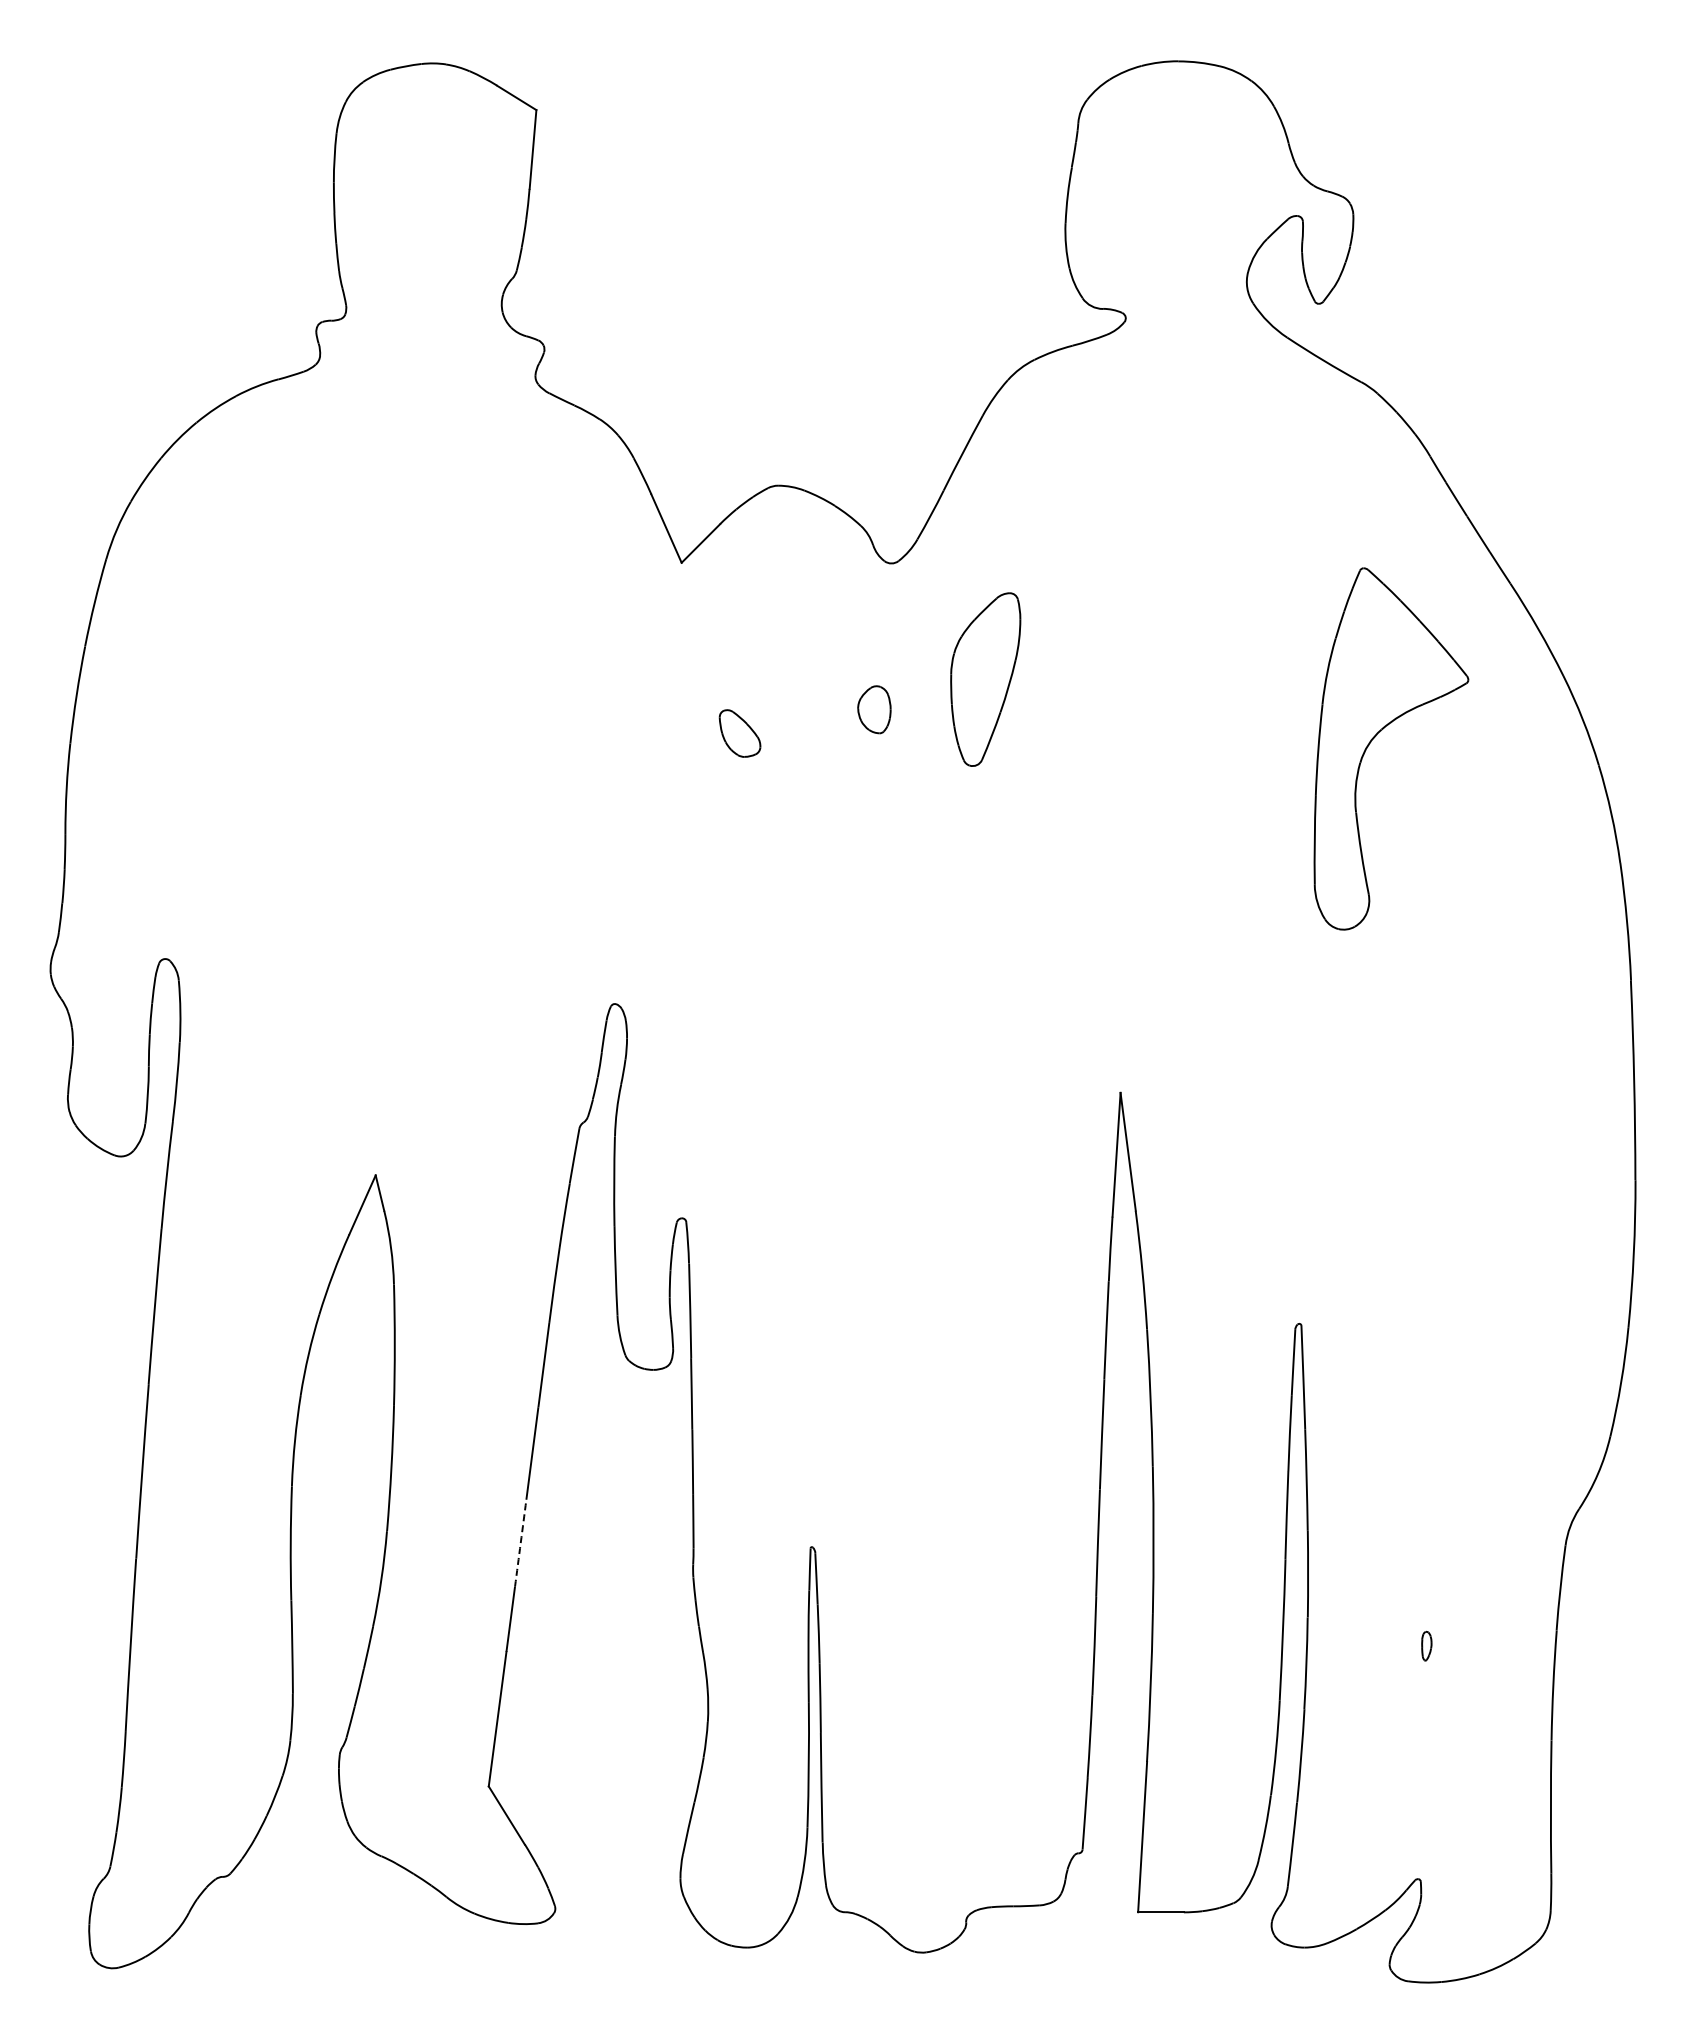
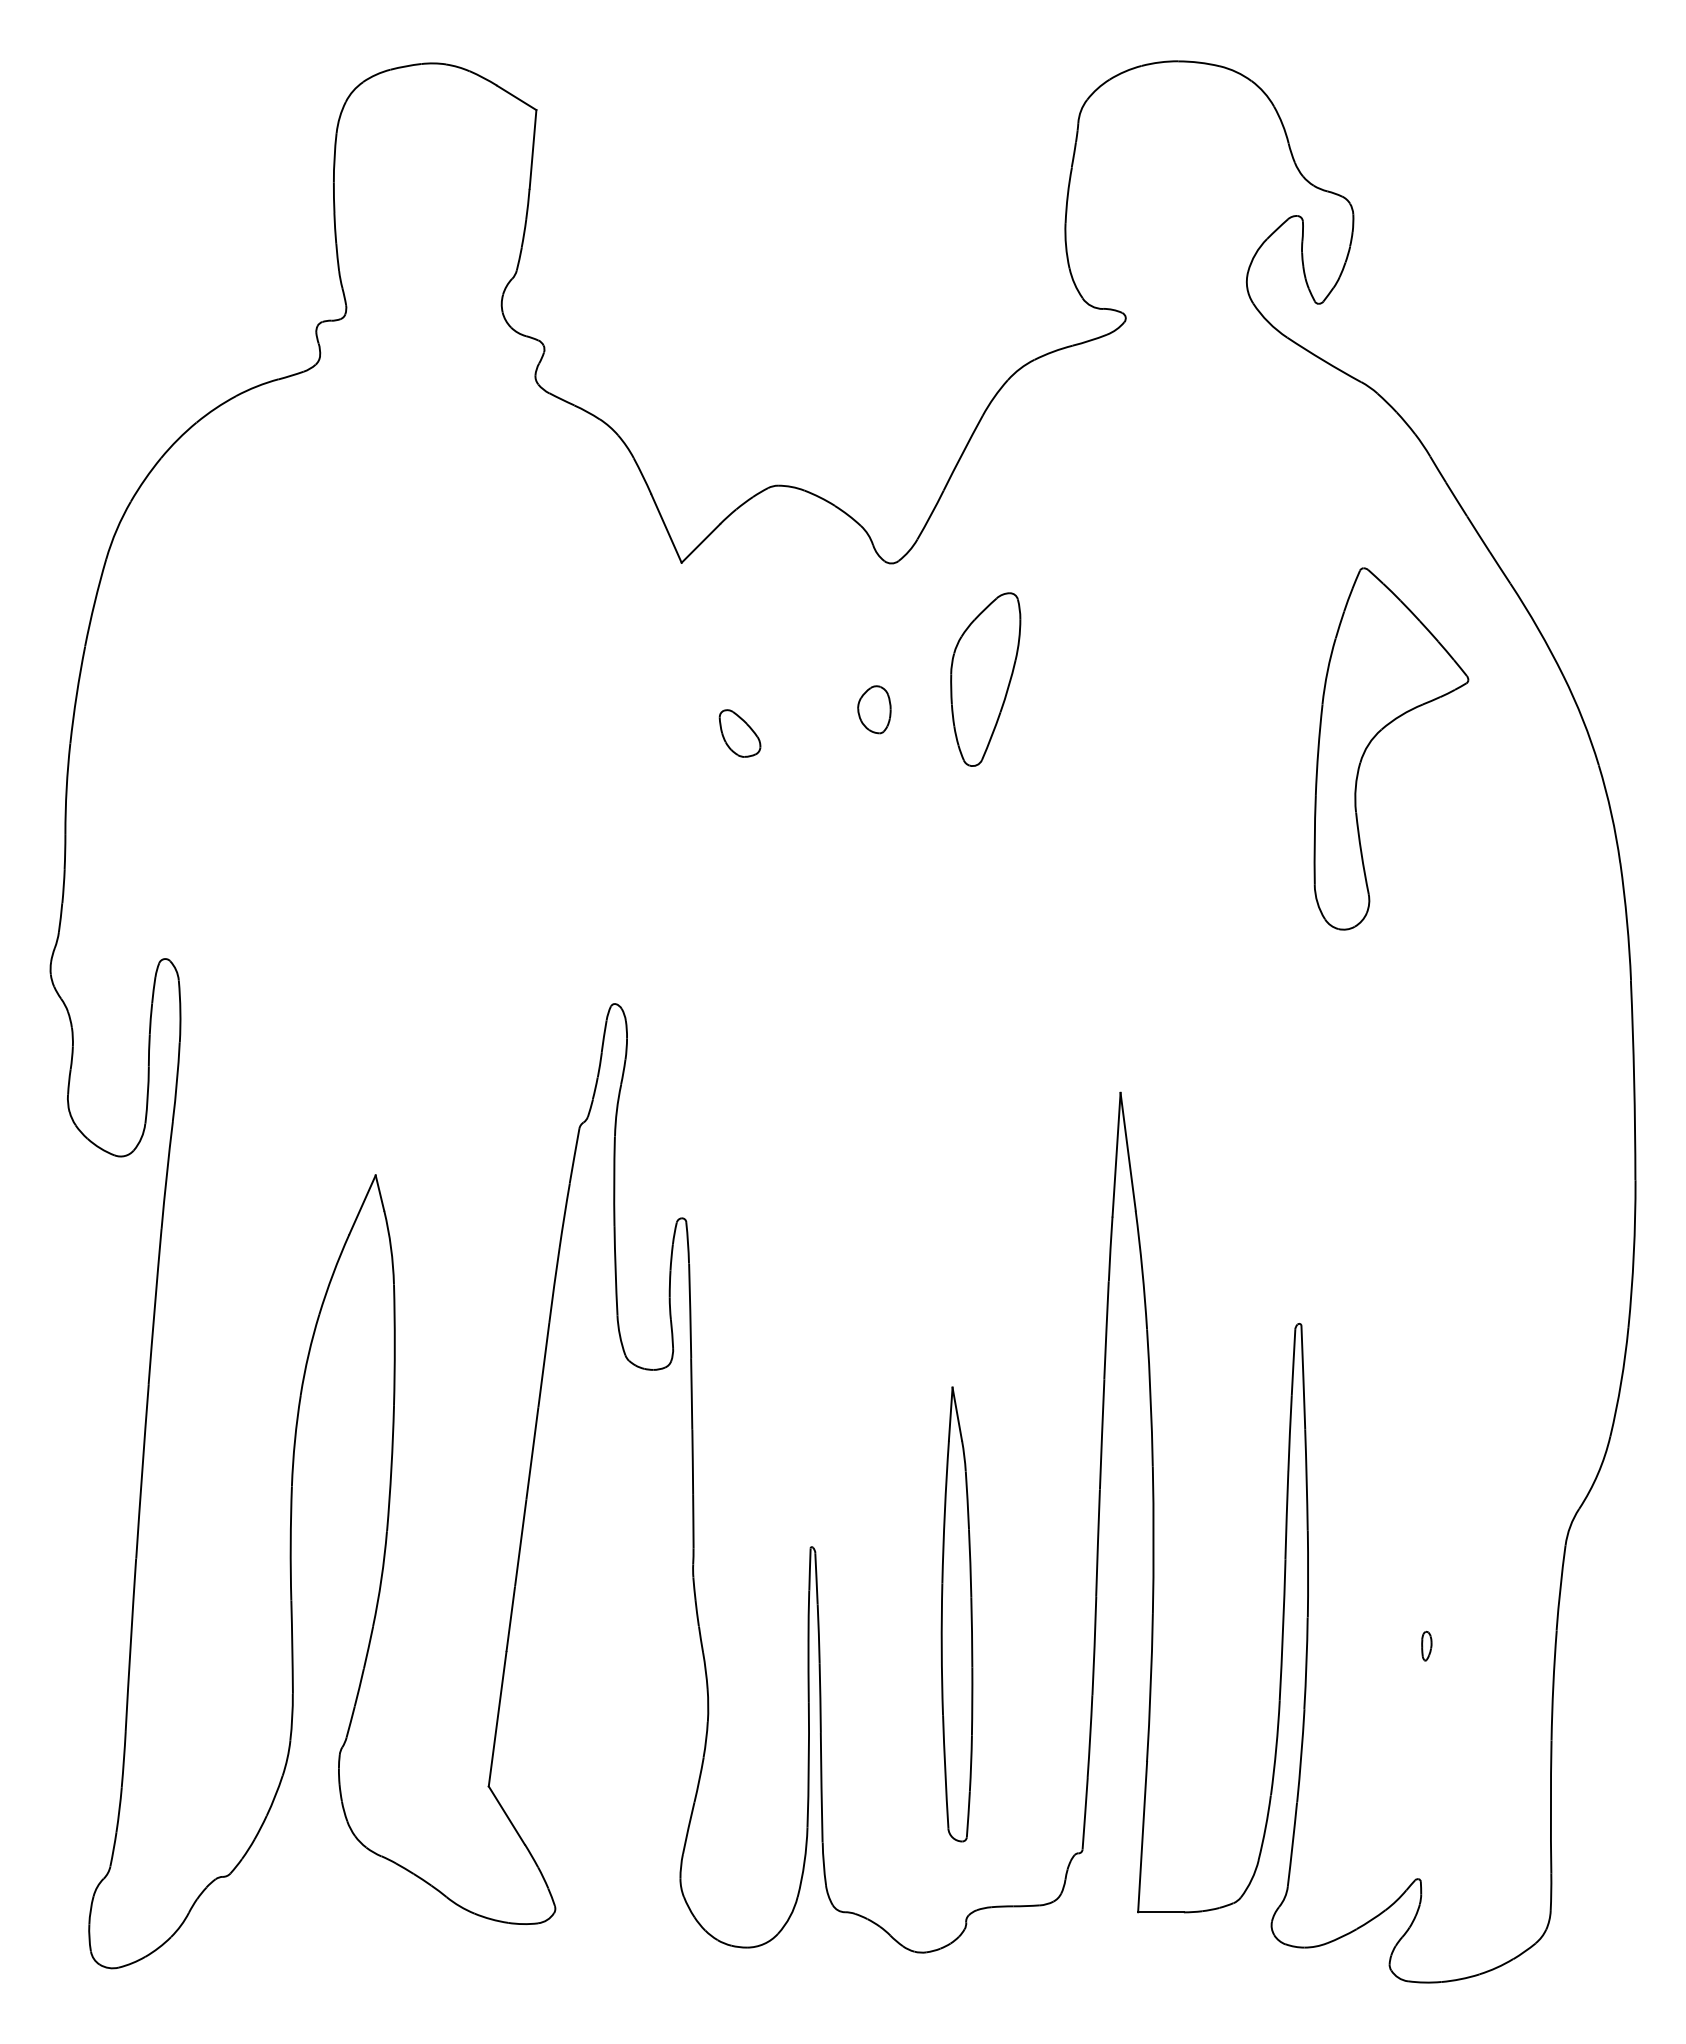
arc at (520, 1543): dashed -> solid
part at (956, 1614): none -> present
